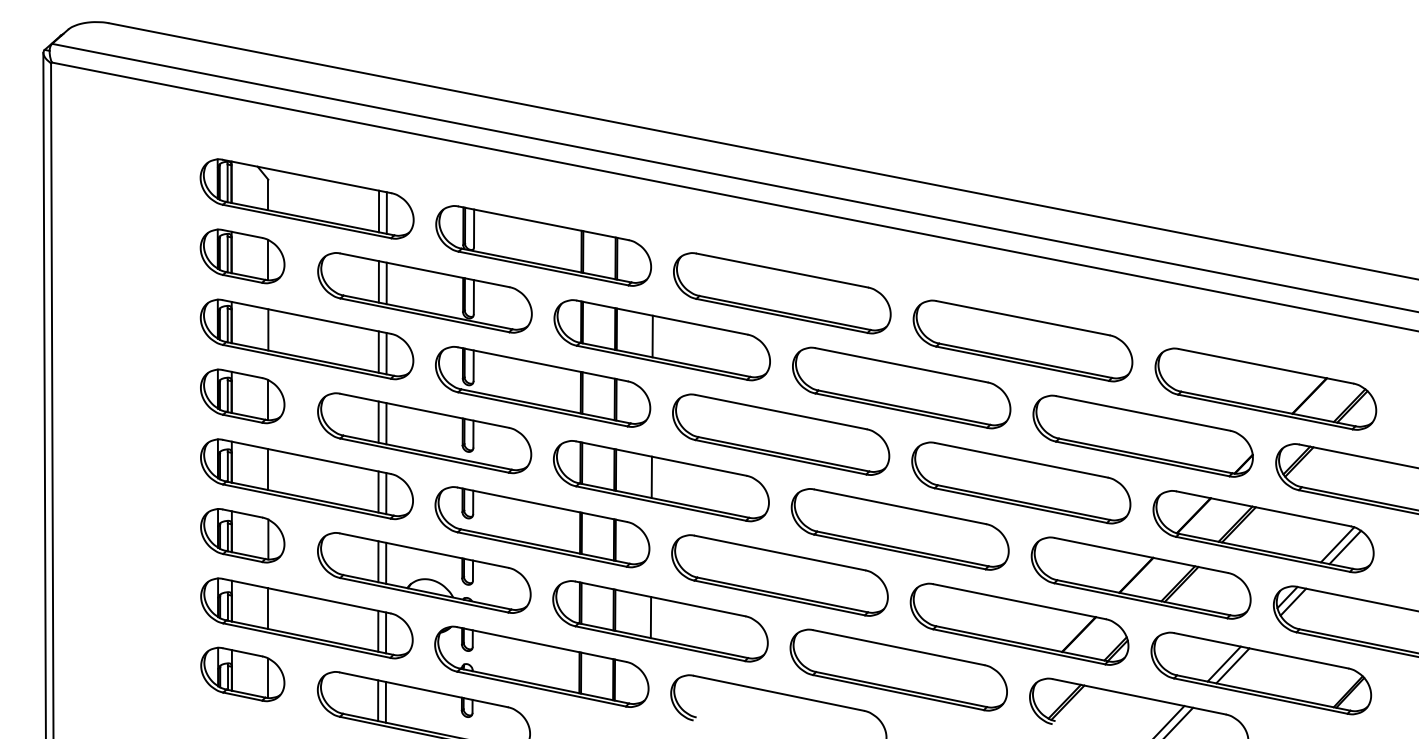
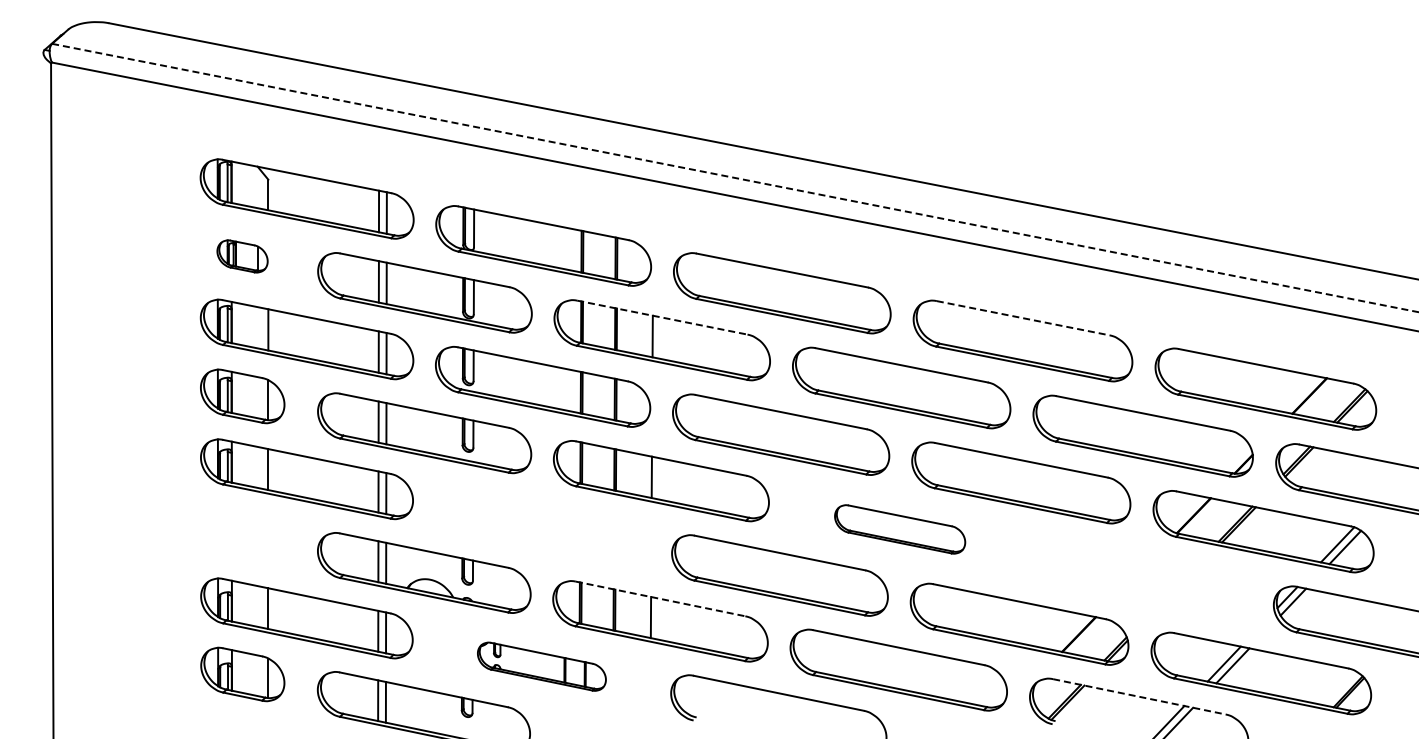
line at (735, 178): solid -> dashed
part at (242, 256) size: 87x57 px -> 53x35 px
line at (662, 317): solid -> dashed
line at (1023, 318): solid -> dashed
line at (44, 394): present -> none
part at (542, 527): present -> none
part at (899, 529) size: 220x83 px -> 133x51 px
part at (242, 535): present -> none
part at (1140, 577): present -> none
line at (660, 598): solid -> dashed
part at (541, 666) size: 216x83 px -> 130x51 px
line at (1139, 696): solid -> dashed
